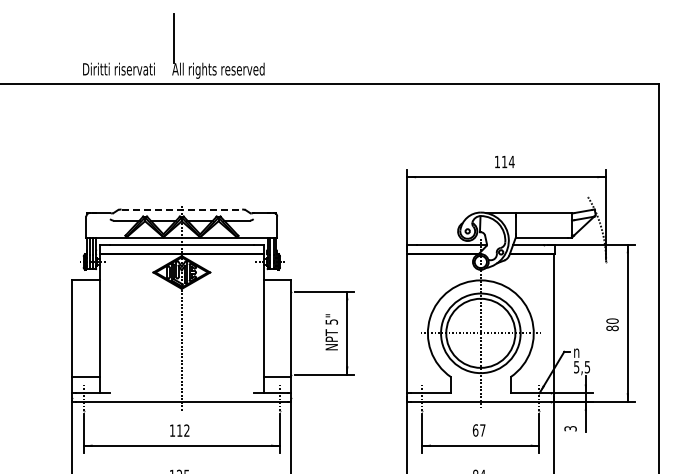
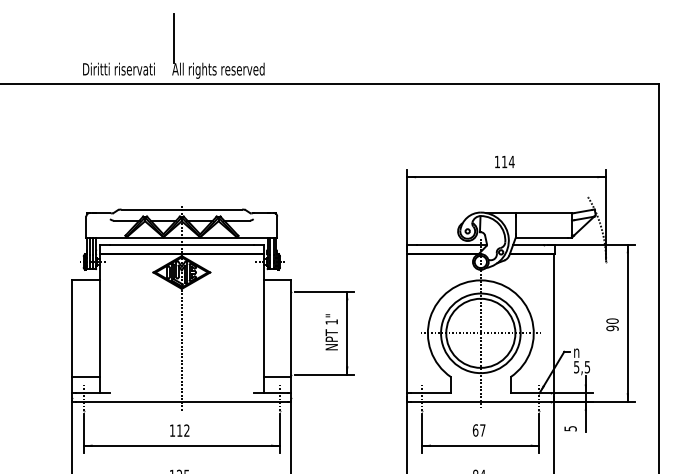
line at (182, 209): dashed -> solid
text at (331, 321): 5" -> 1"
text at (612, 328): 80 -> 90
text at (570, 428): 3 -> 5
